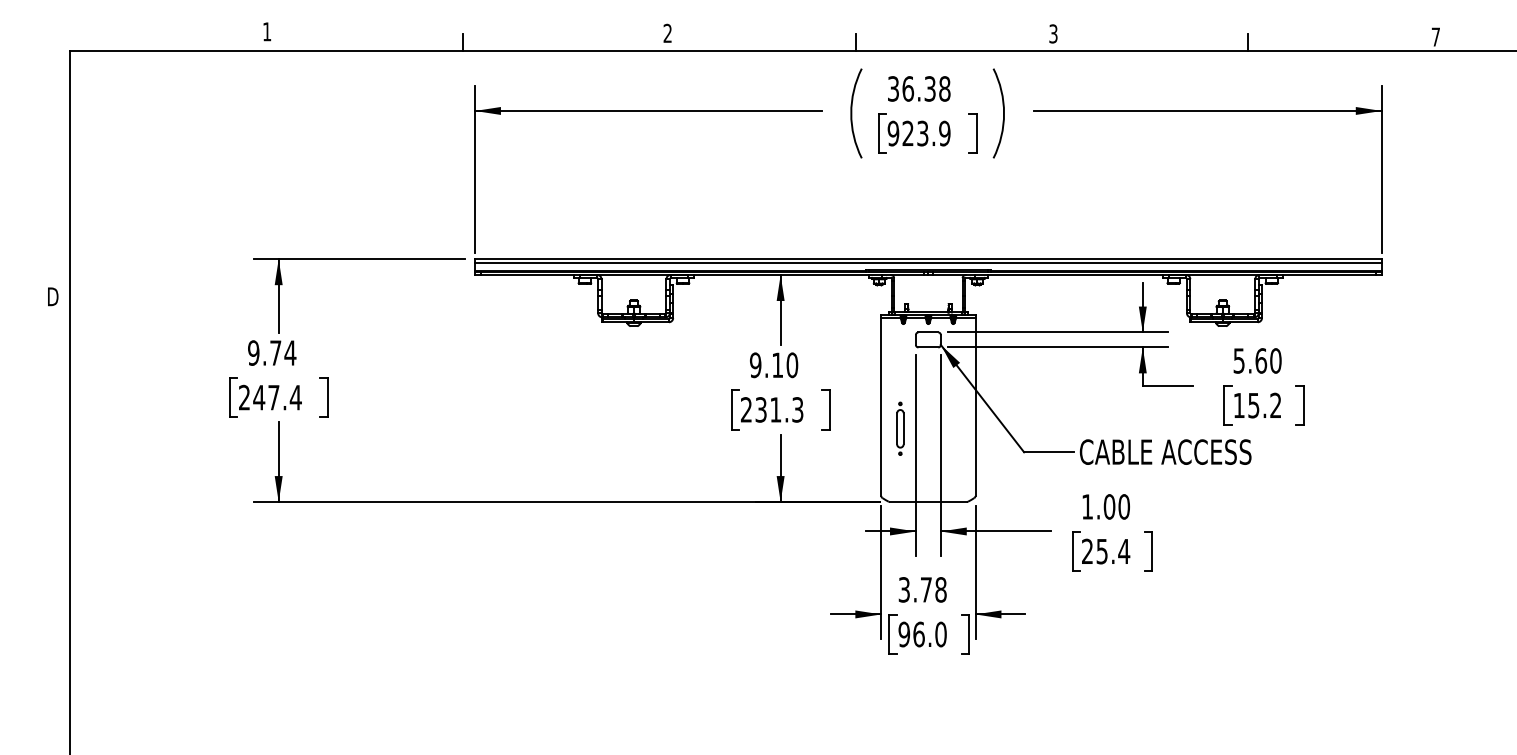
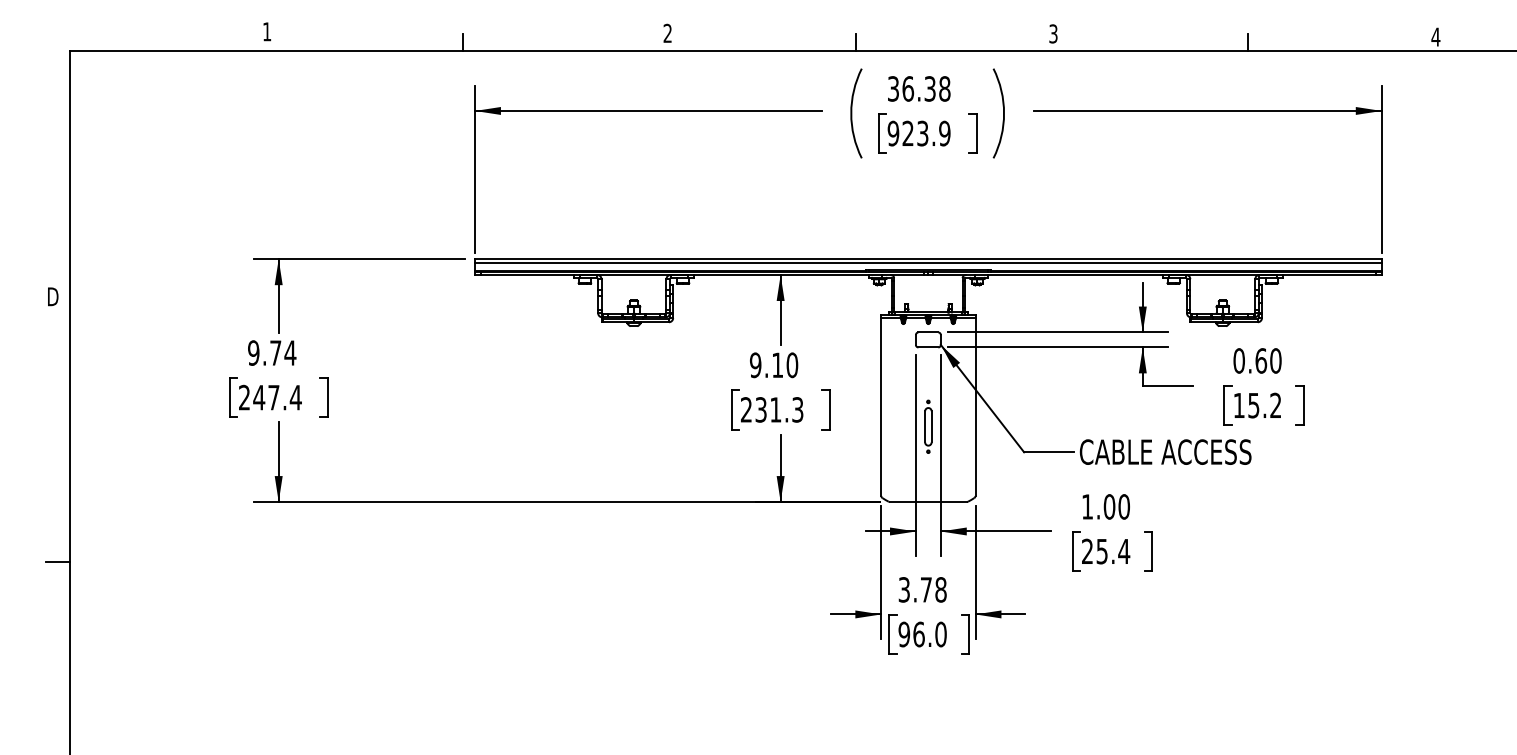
text at (1435, 36): 7 -> 4
text at (1238, 360): 5.60 -> 0.60
part at (900, 428) position: (900, 428) -> (928, 426)
line at (57, 562): none -> present
